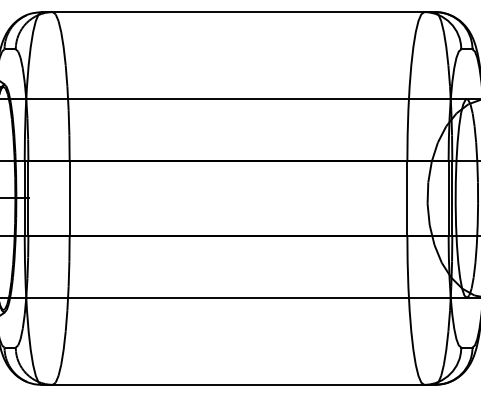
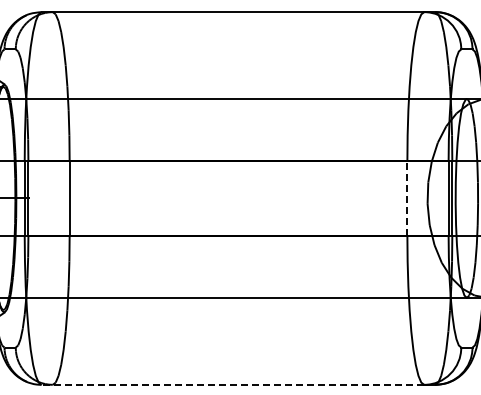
line at (407, 198): solid -> dashed
line at (232, 384): solid -> dashed
